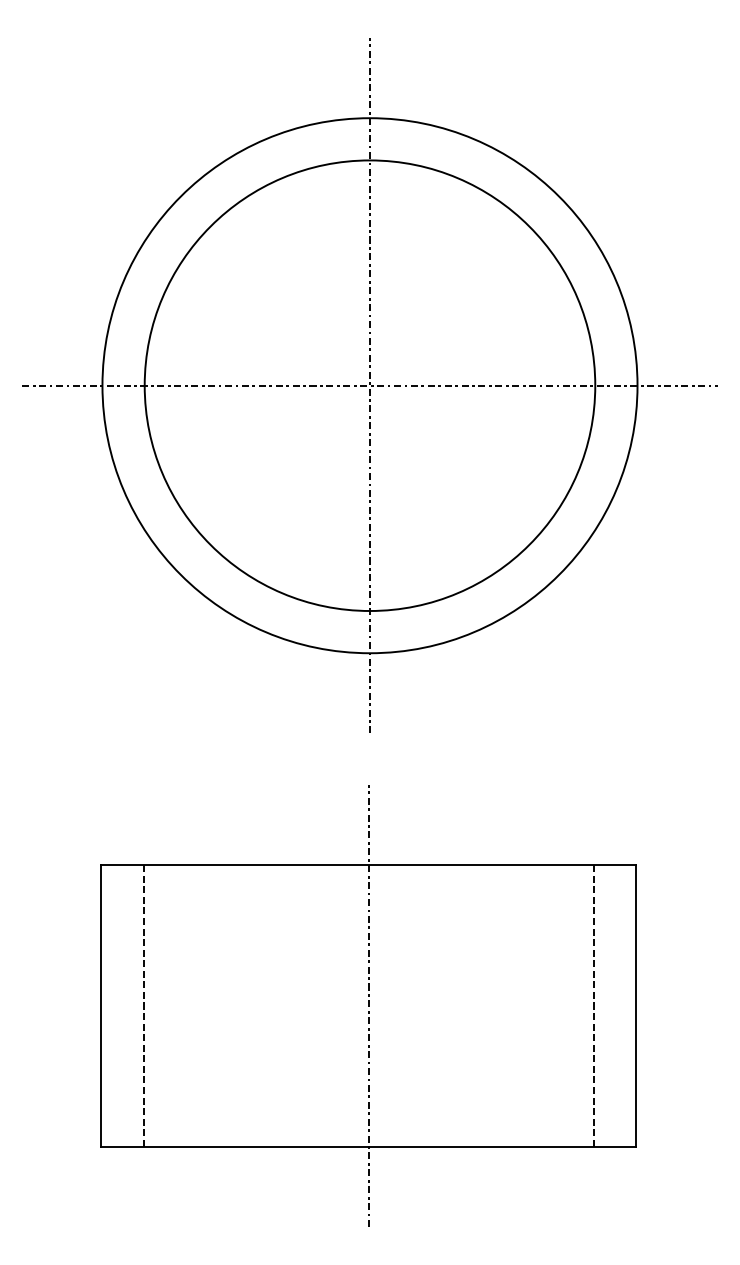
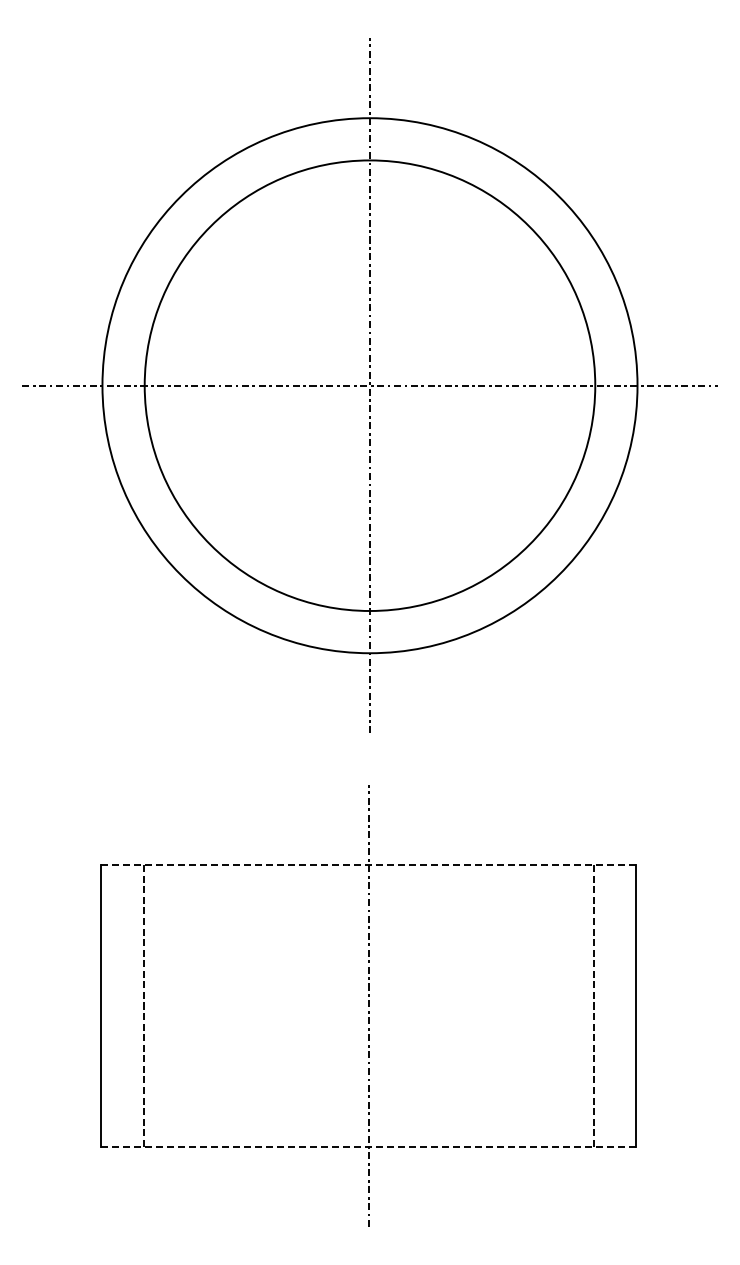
line at (368, 865): solid -> dashed
line at (368, 1146): solid -> dashed
